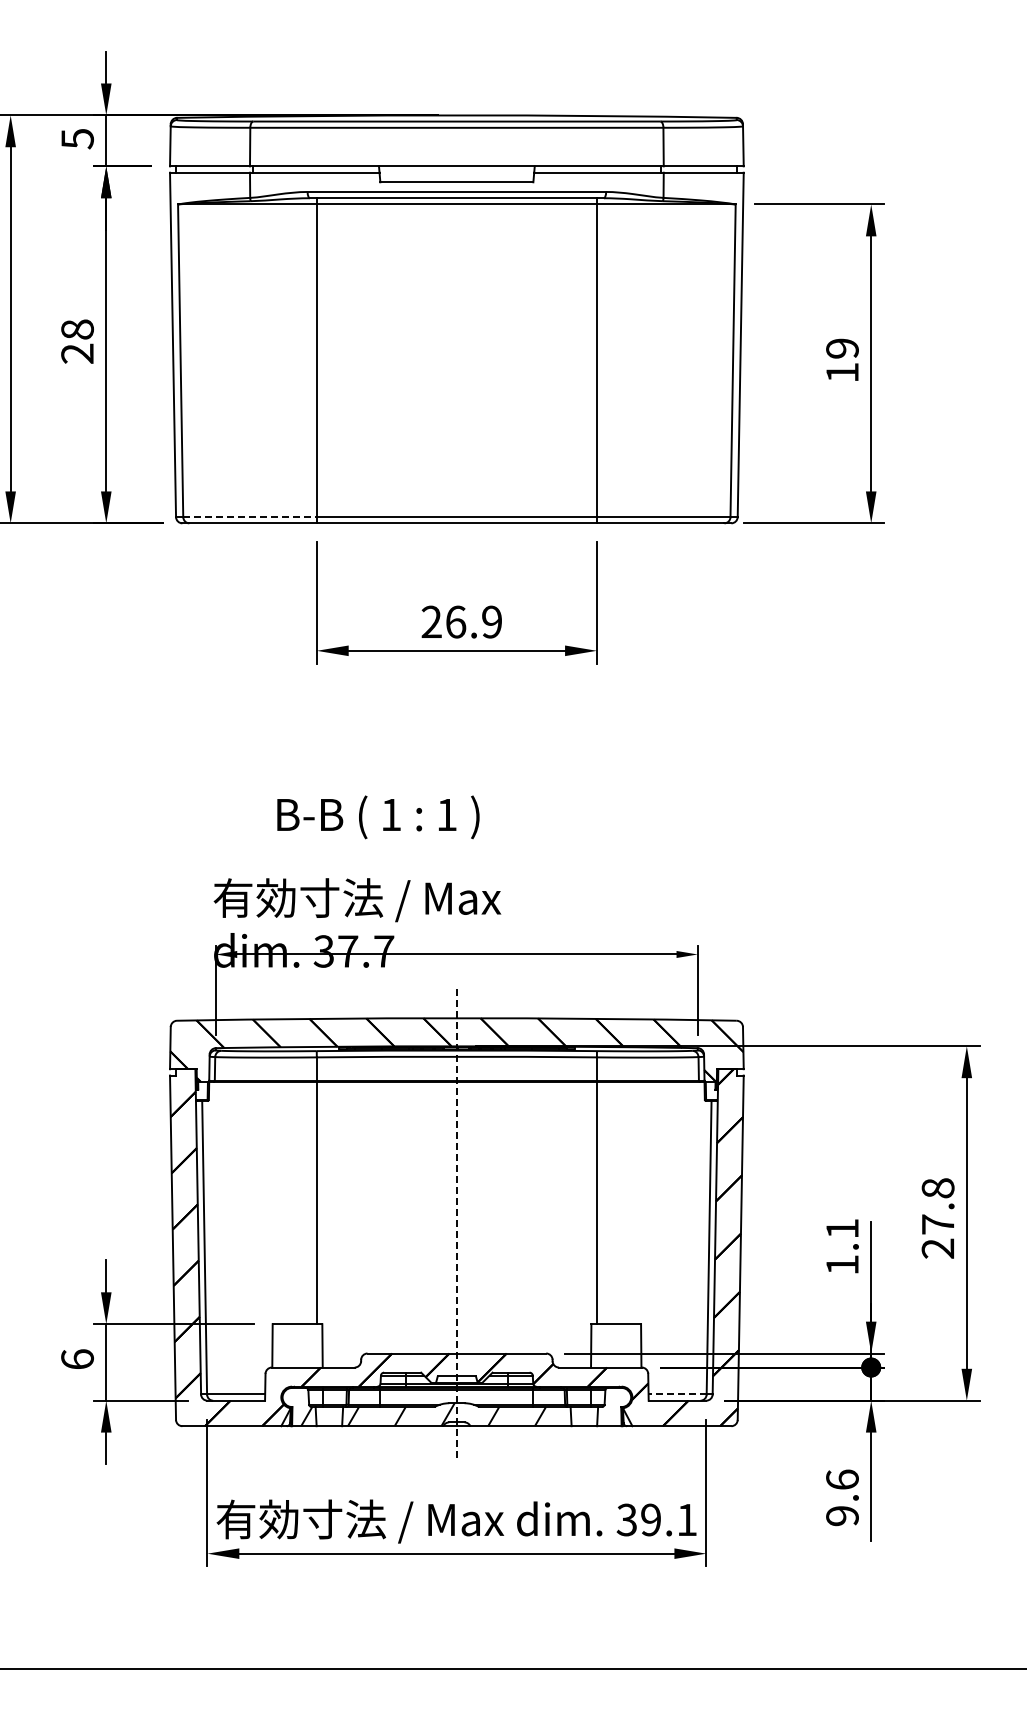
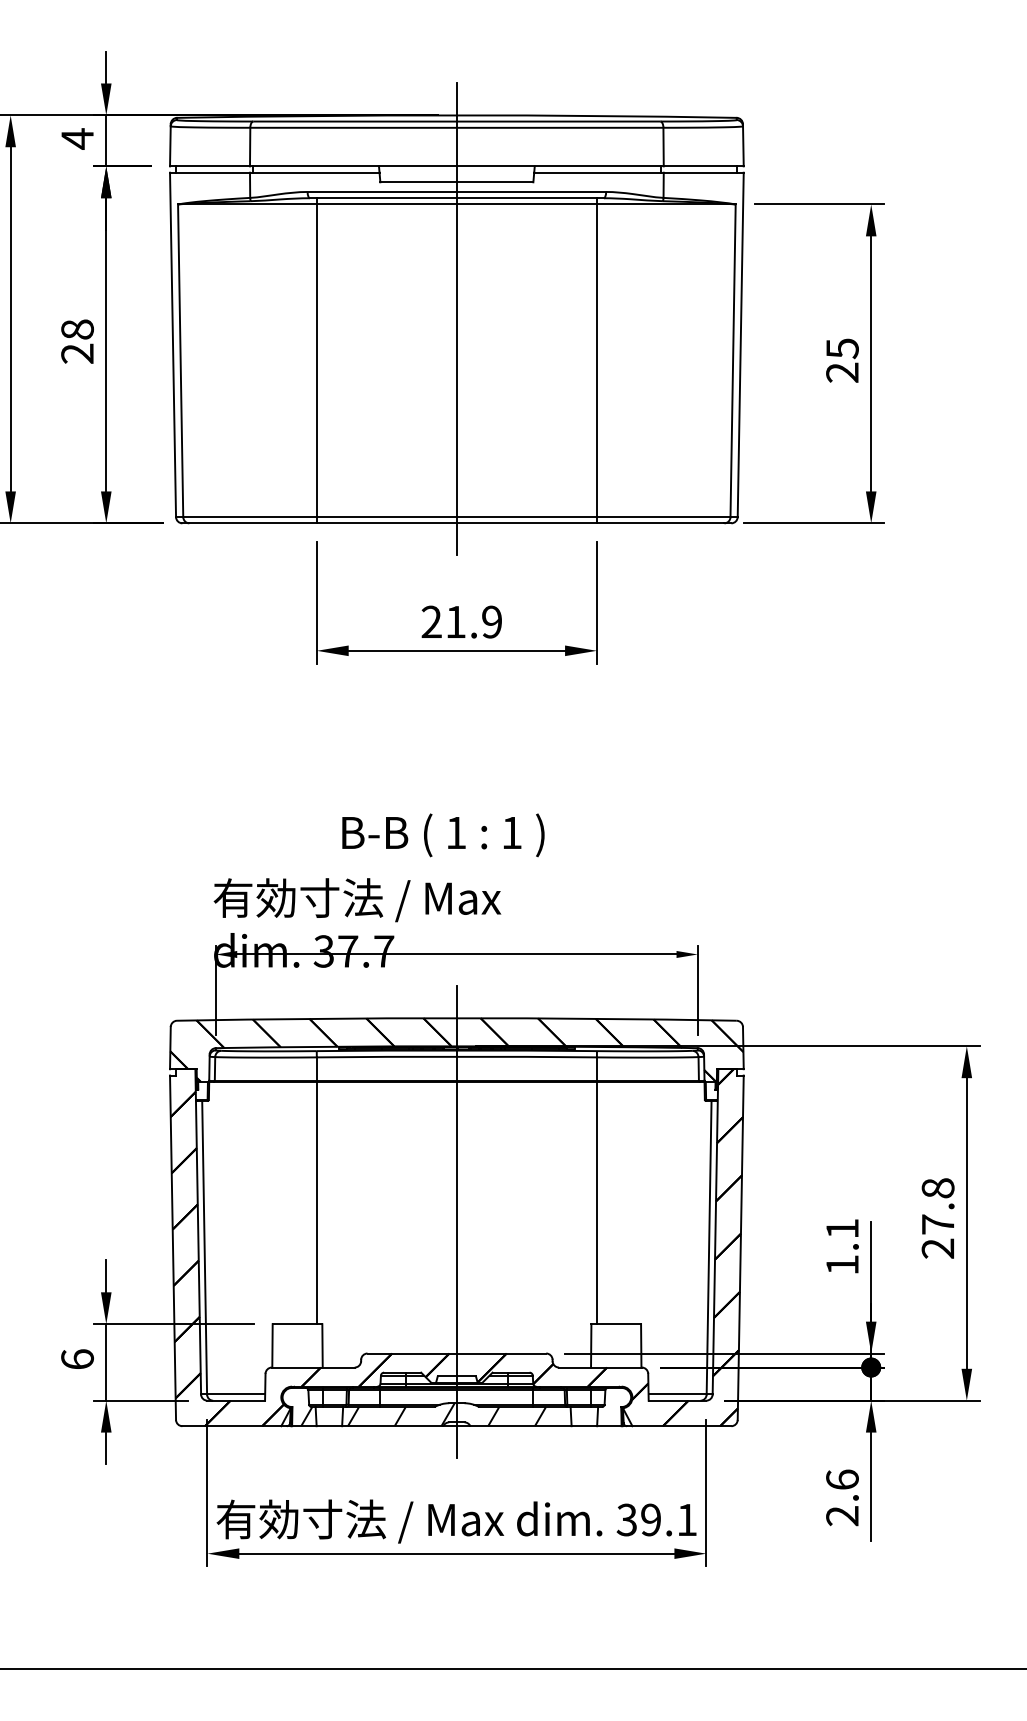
text at (77, 138): 5 -> 4
line at (456, 319): none -> present
text at (842, 360): 19 -> 25
line at (250, 517): dashed -> solid
text at (456, 621): 26.9 -> 21.9
text at (378, 817) position: (378, 817) -> (443, 835)
line at (456, 1222): dashed -> solid
line at (677, 1394): dashed -> solid
text at (842, 1516): 9.6 -> 2.6
